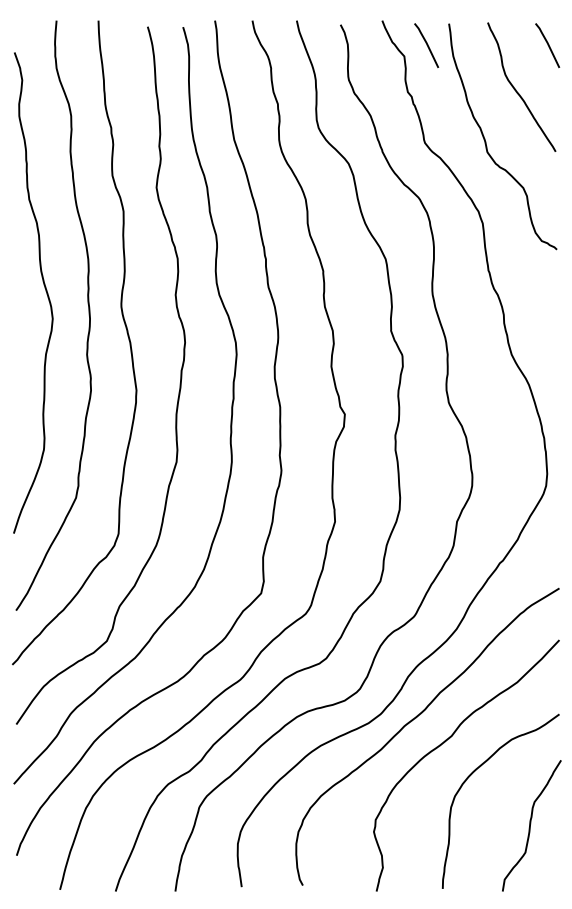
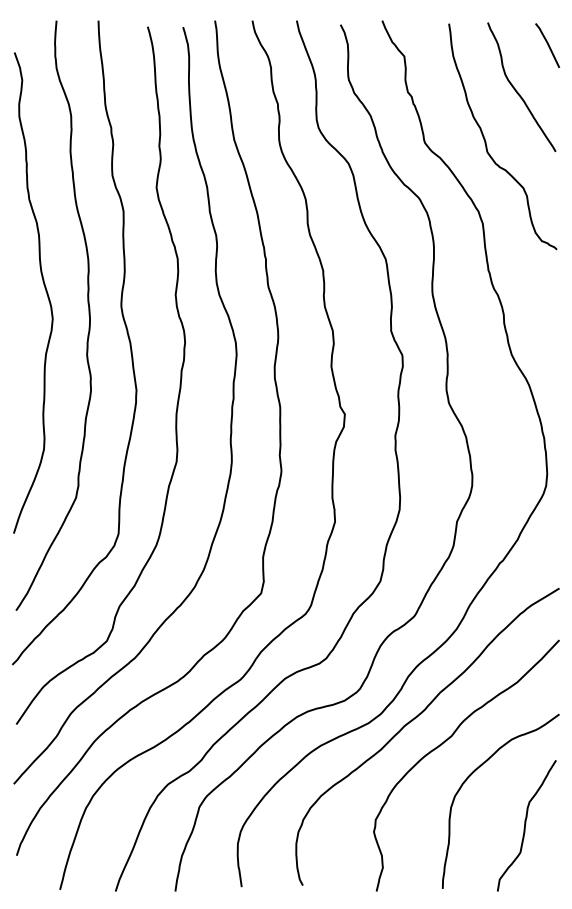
line at (426, 45): present -> none
curve at (530, 825) position: (530, 825) -> (525, 825)
